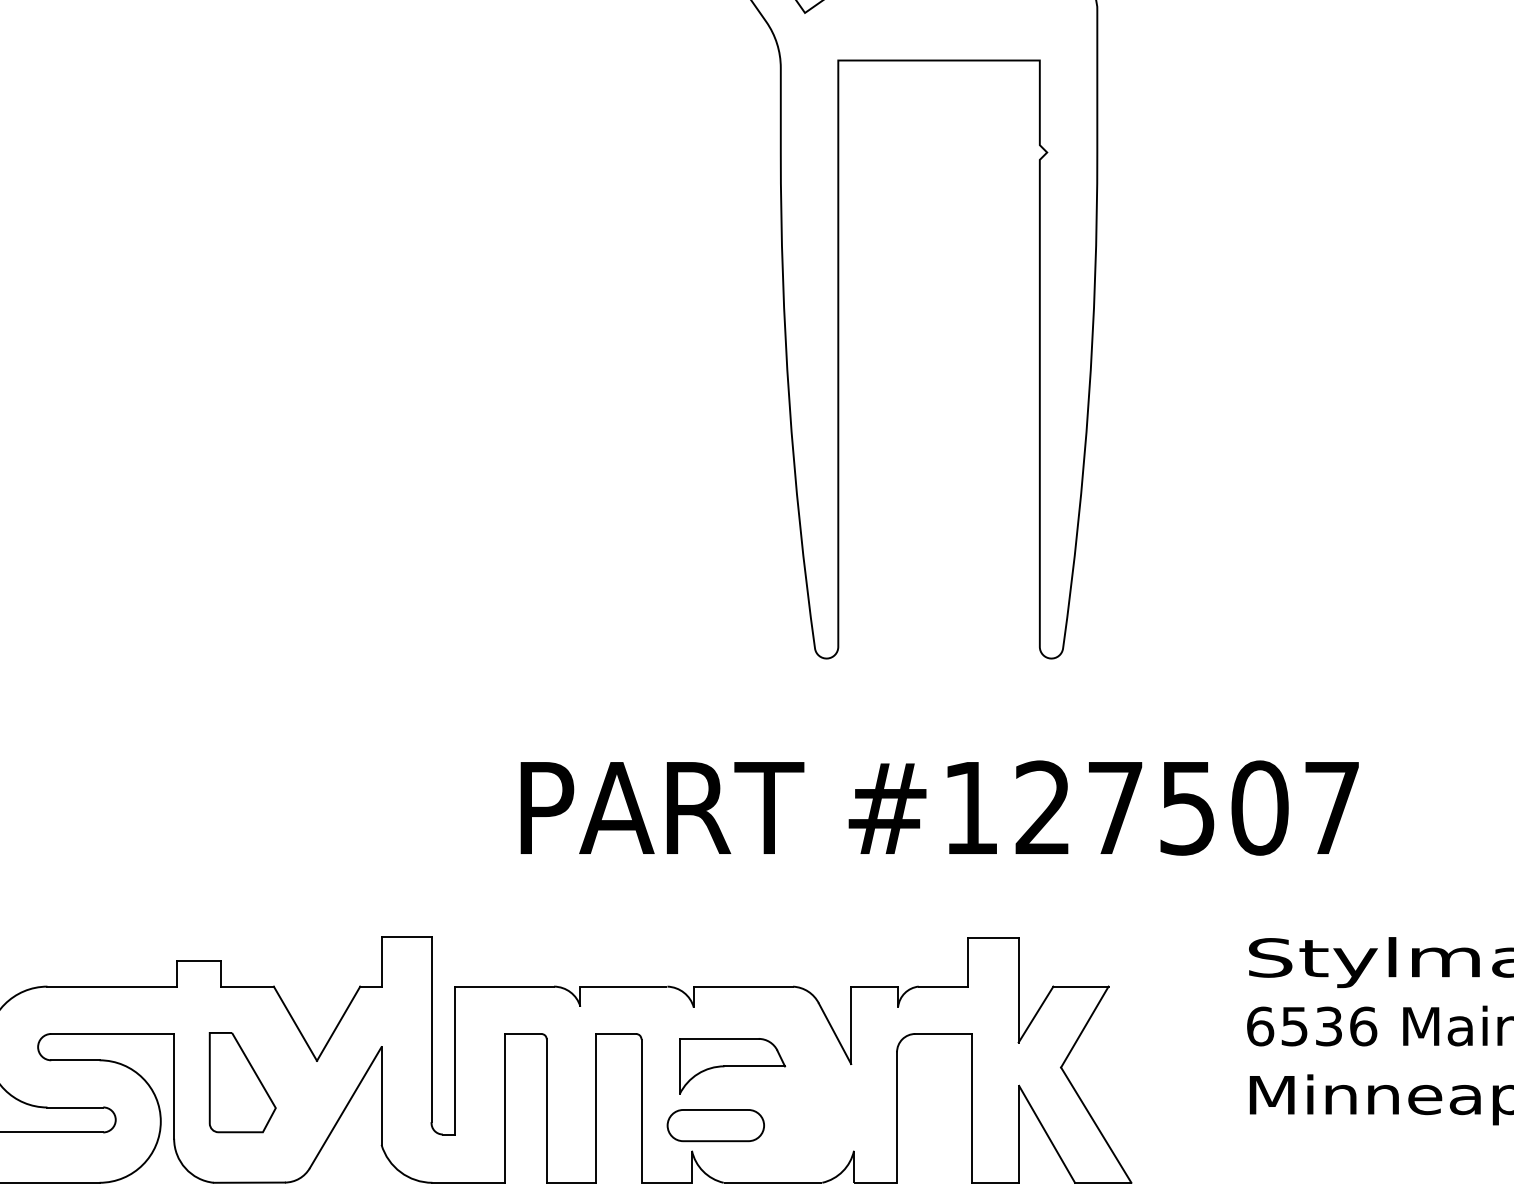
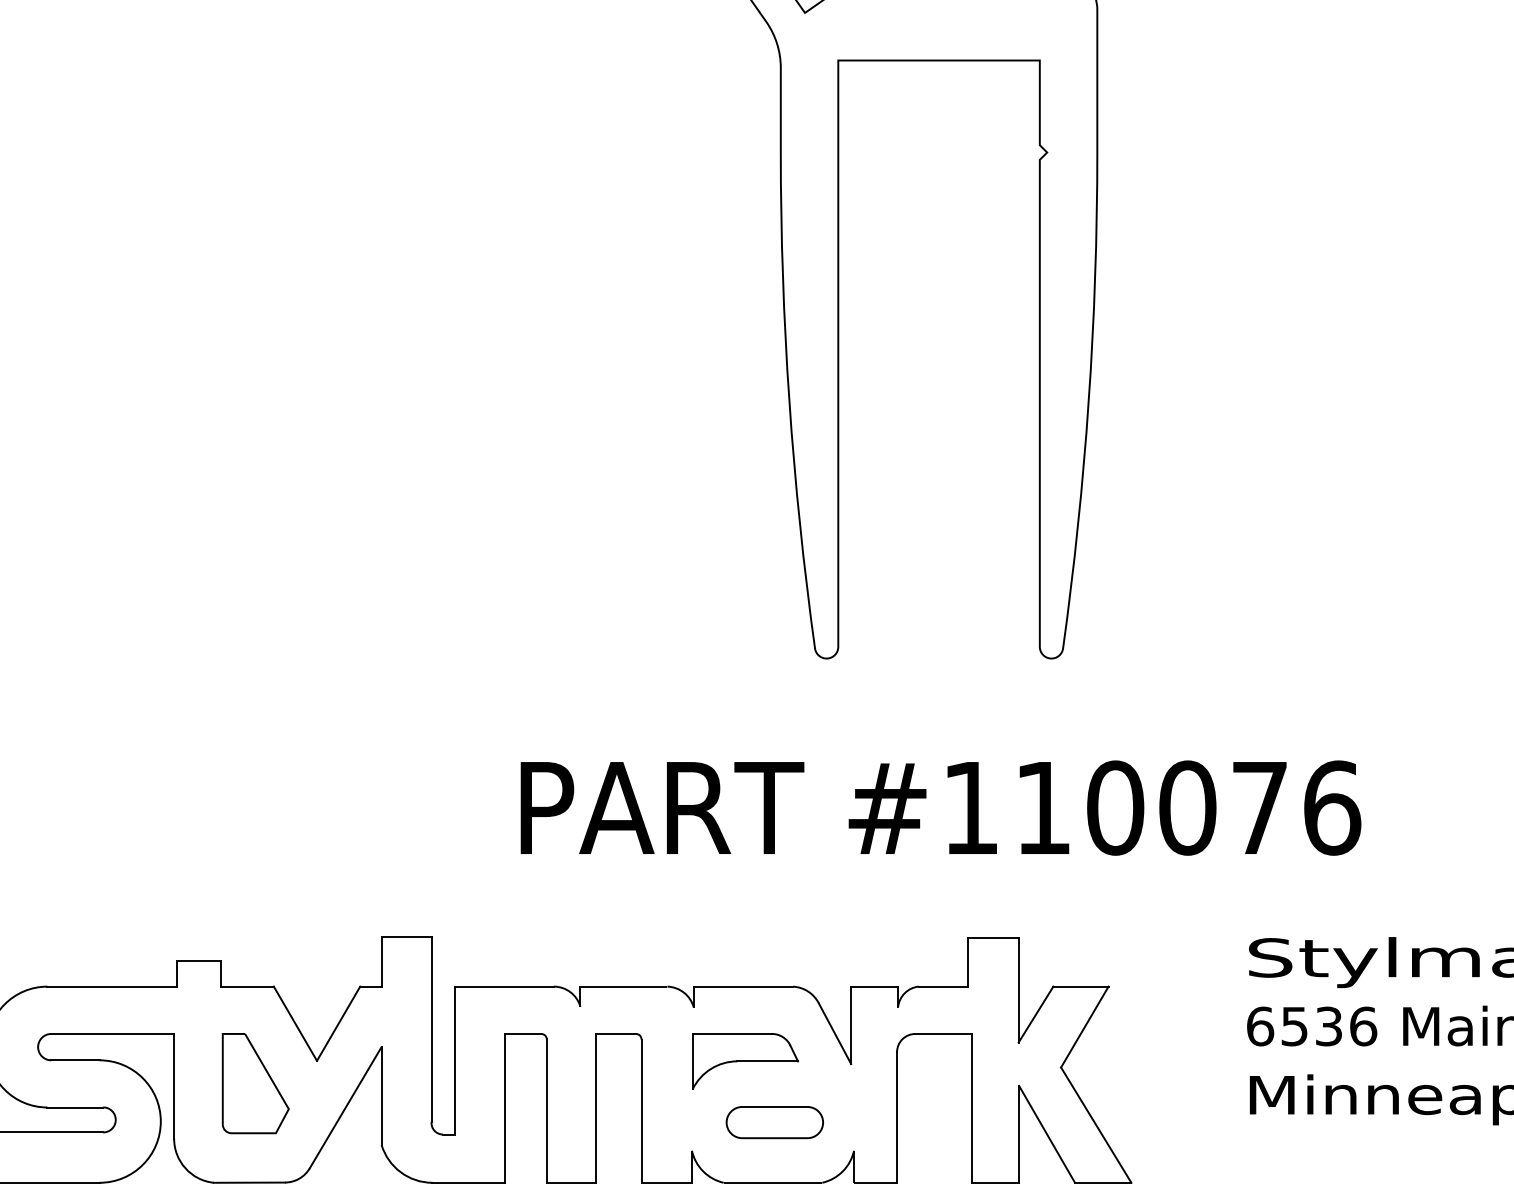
text at (1188, 807): #127507 -> #110076
part at (732, 1066) position: (732, 1066) -> (745, 1061)
part at (242, 1082) position: (242, 1082) -> (255, 1083)
part at (715, 1125) position: (715, 1125) -> (774, 1122)
